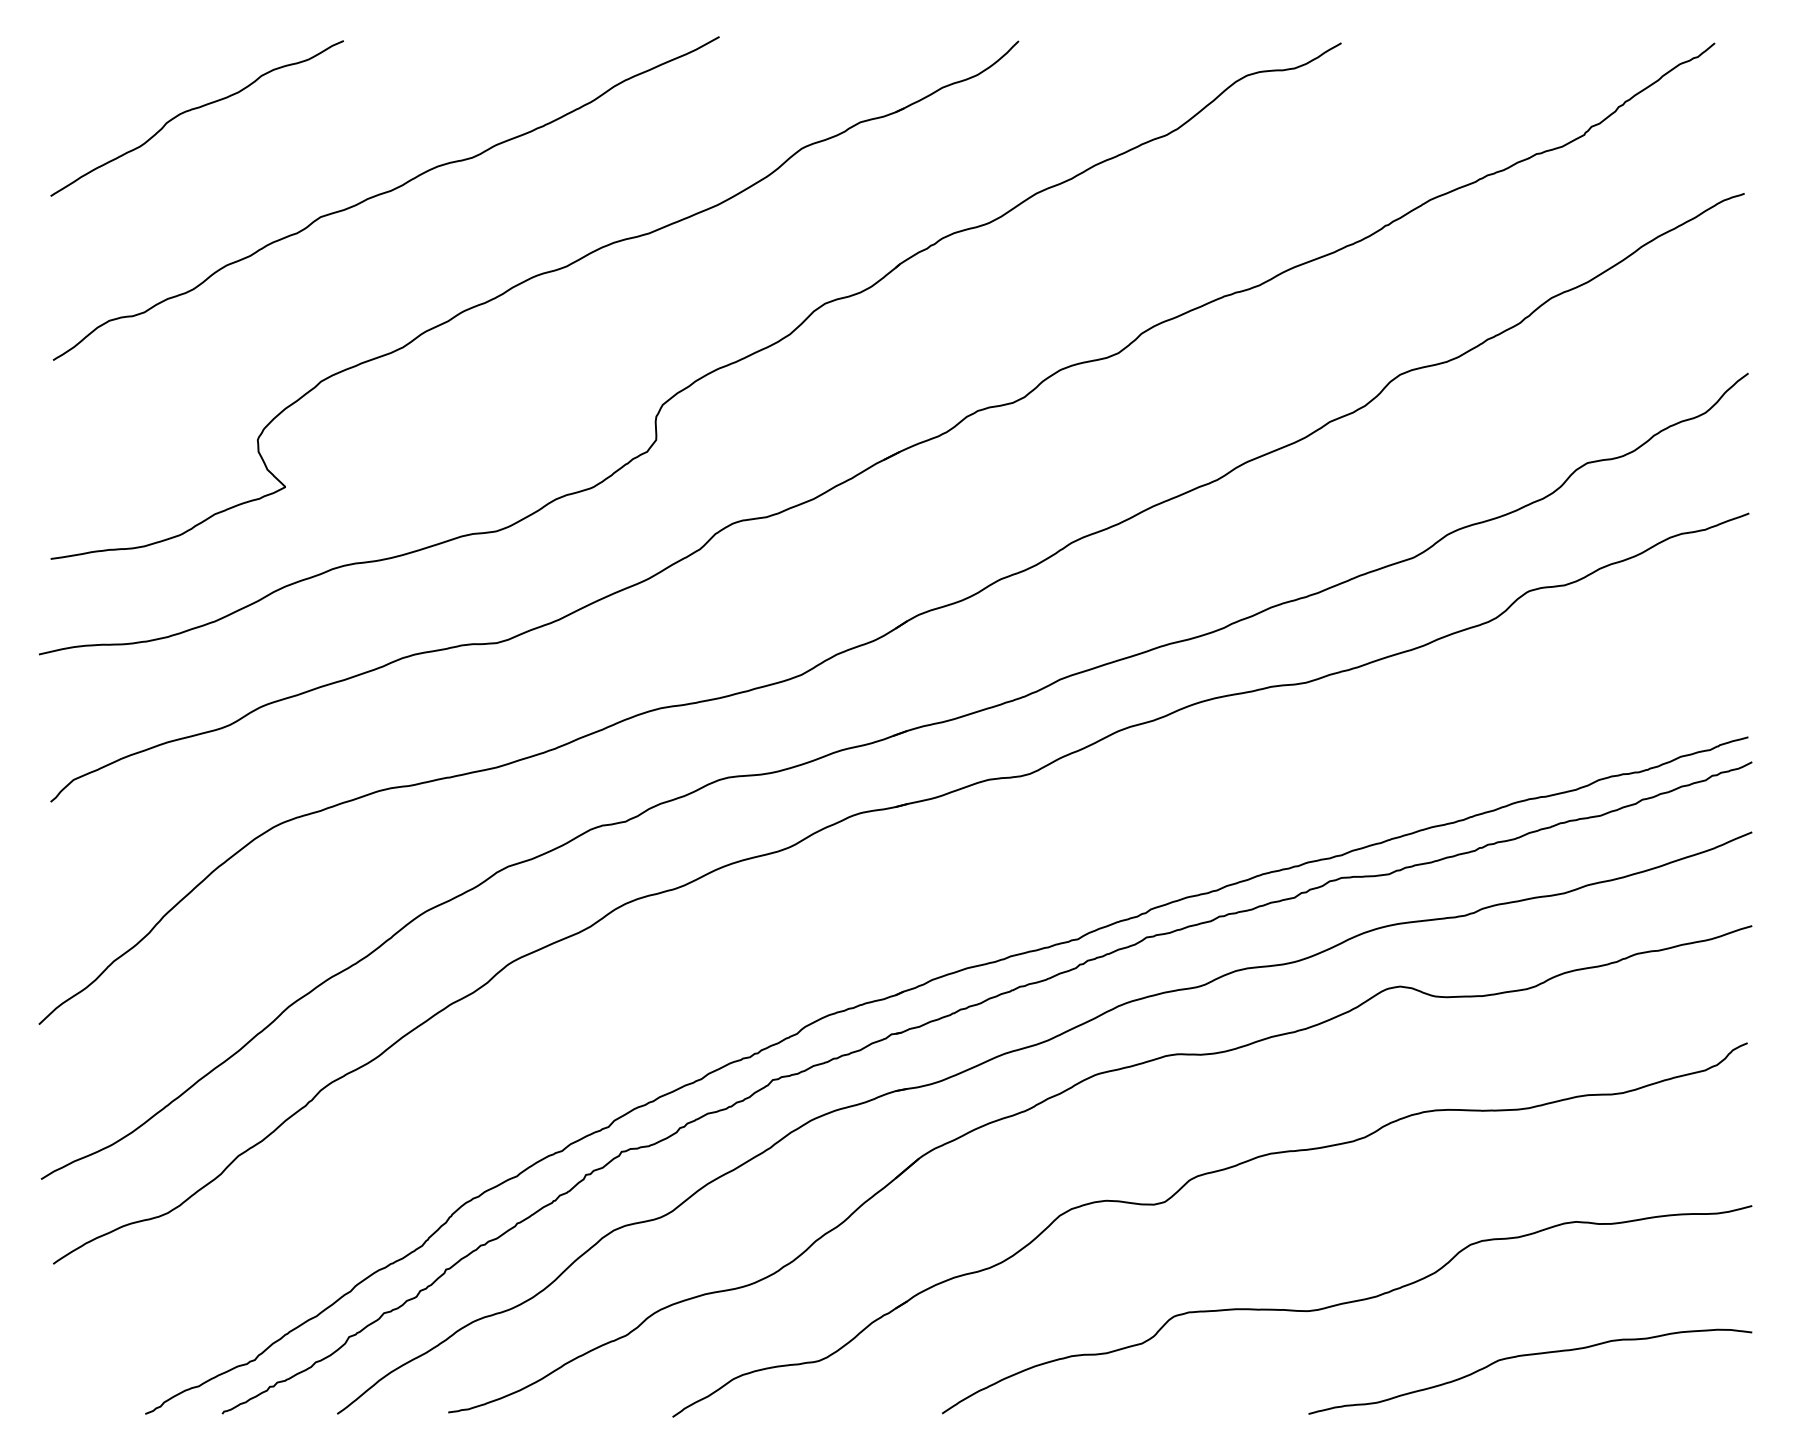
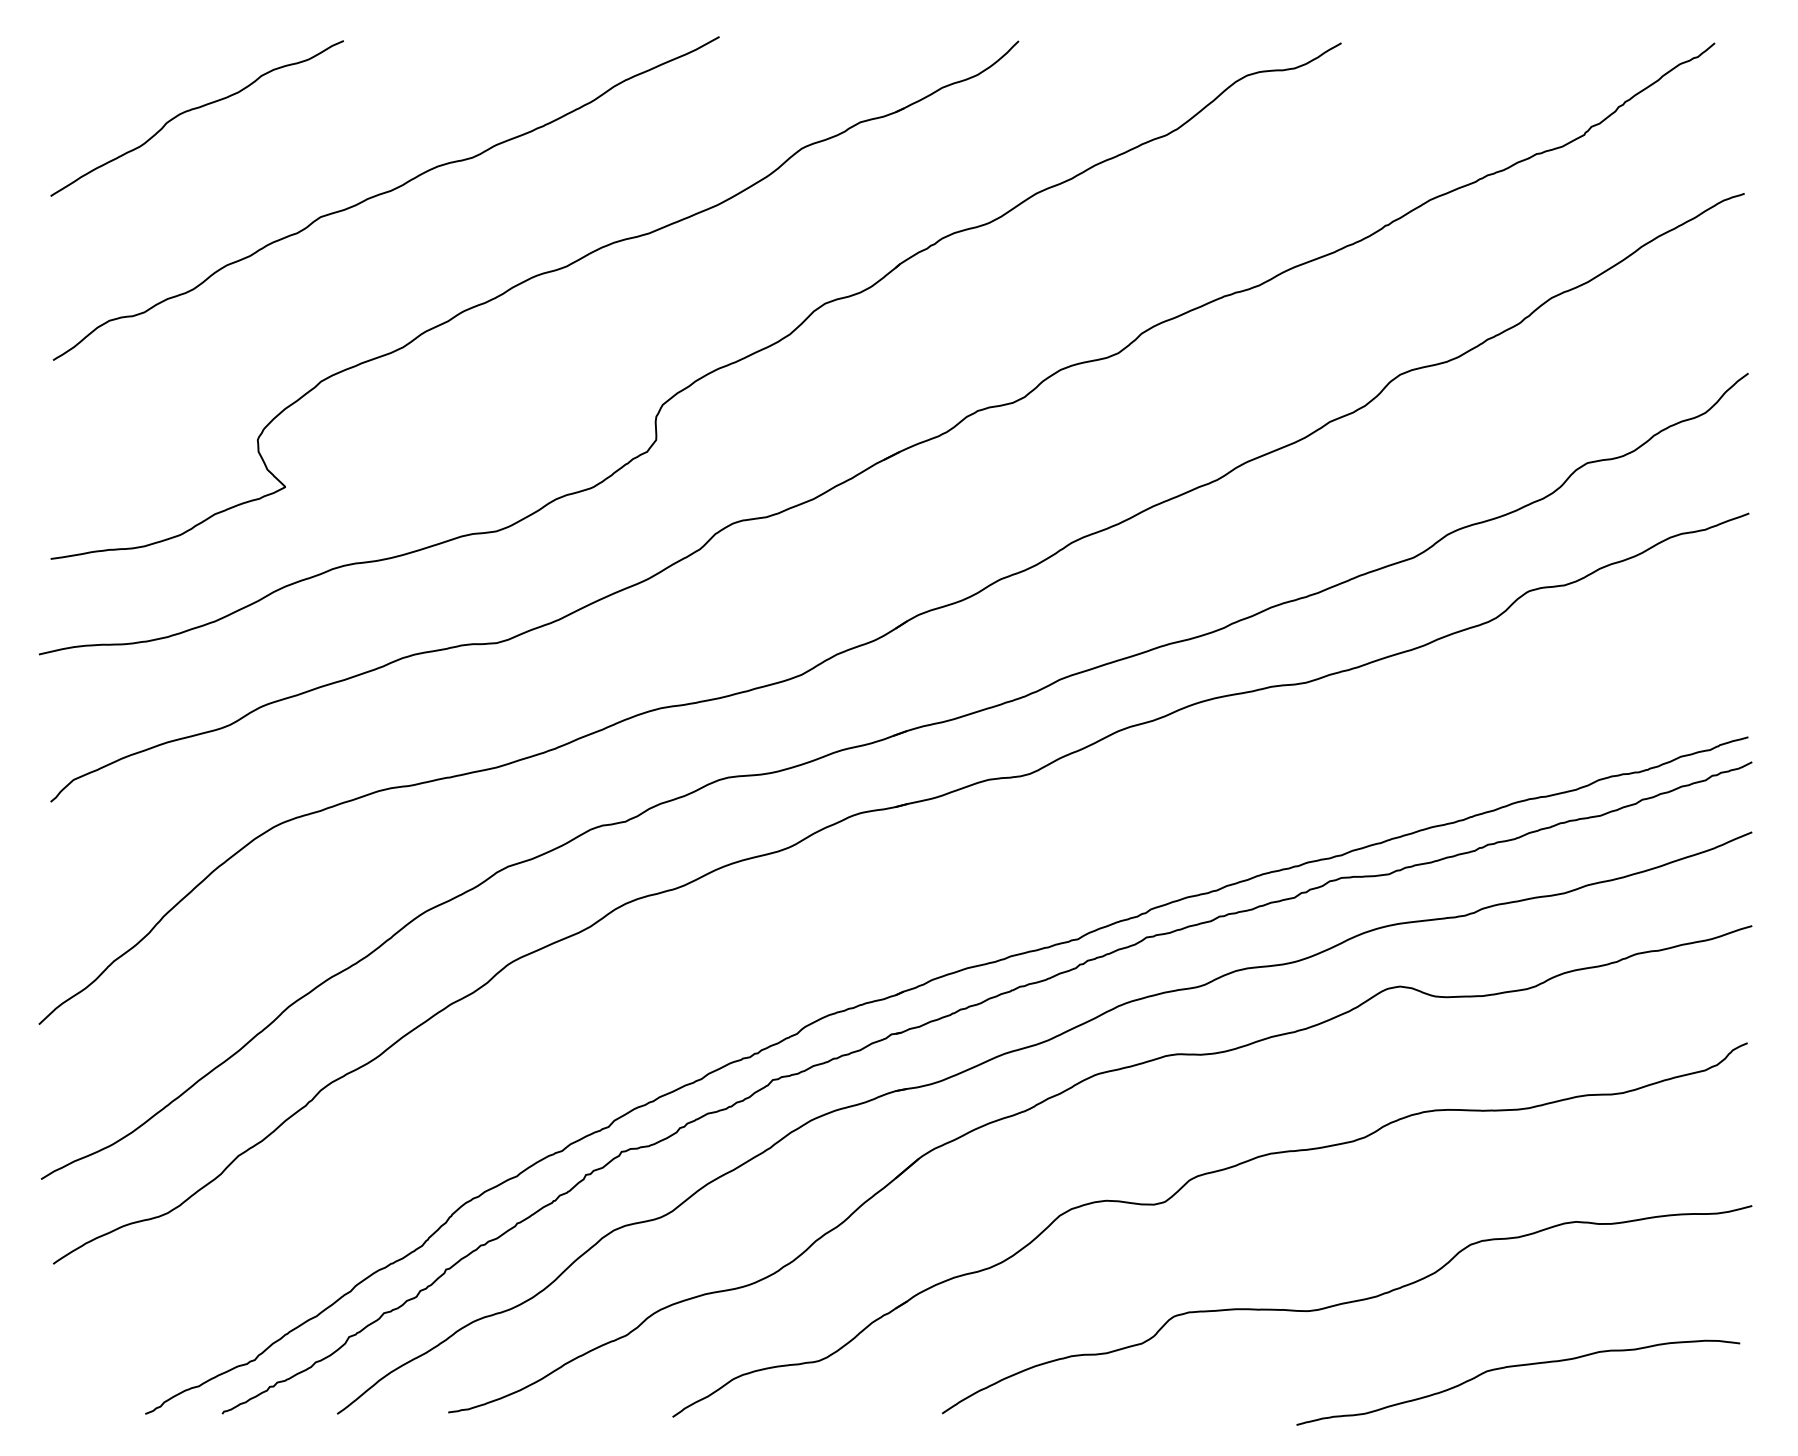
curve at (1525, 1356) position: (1525, 1356) -> (1513, 1367)
